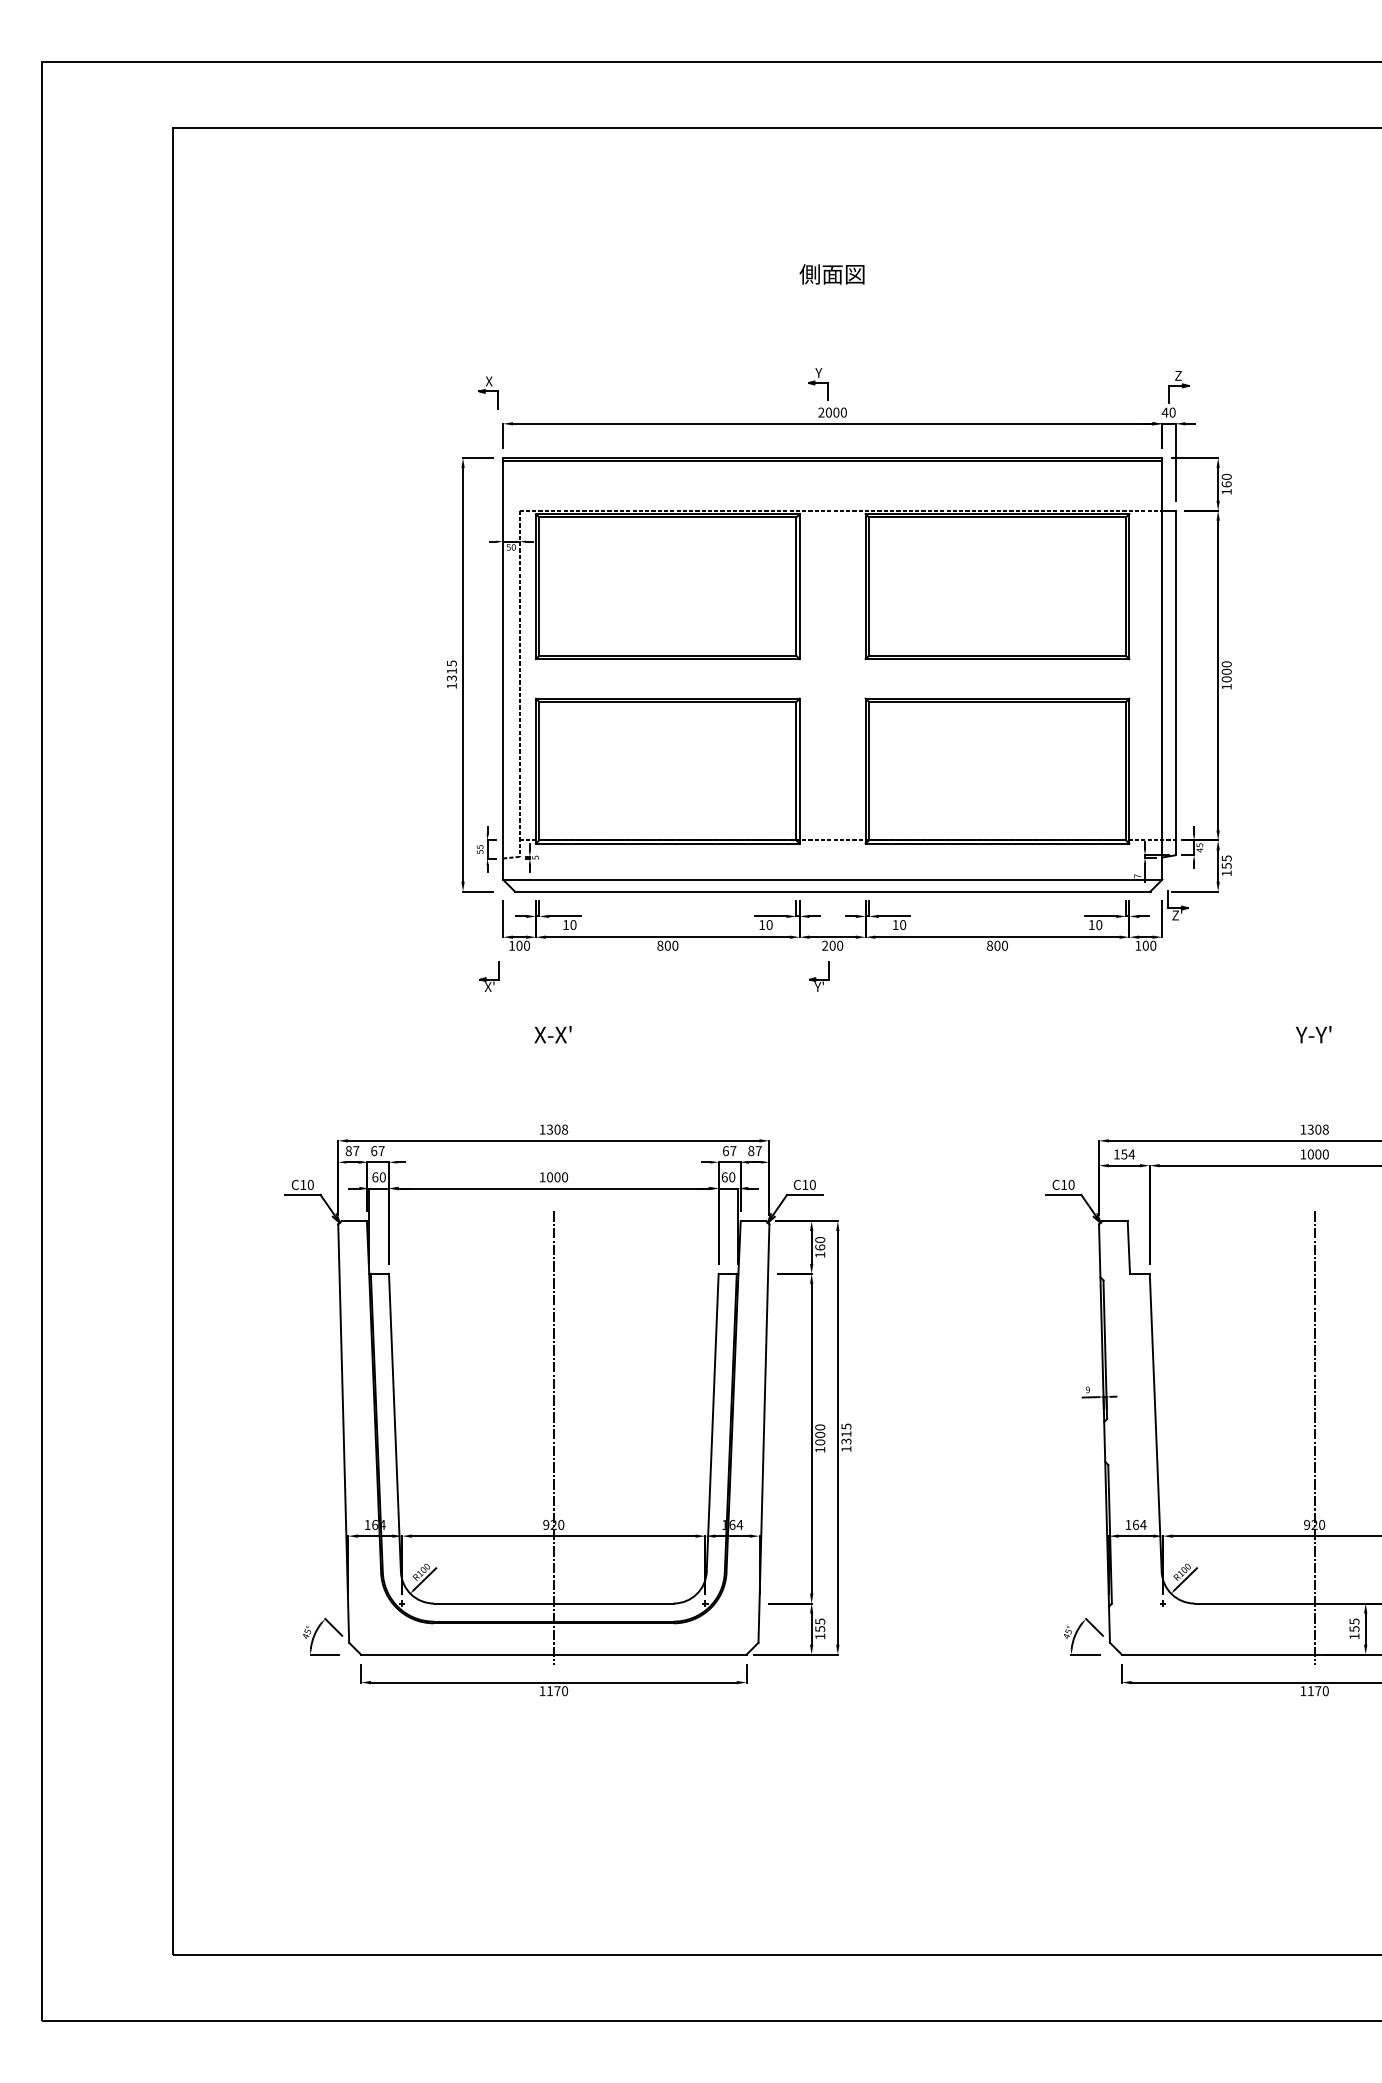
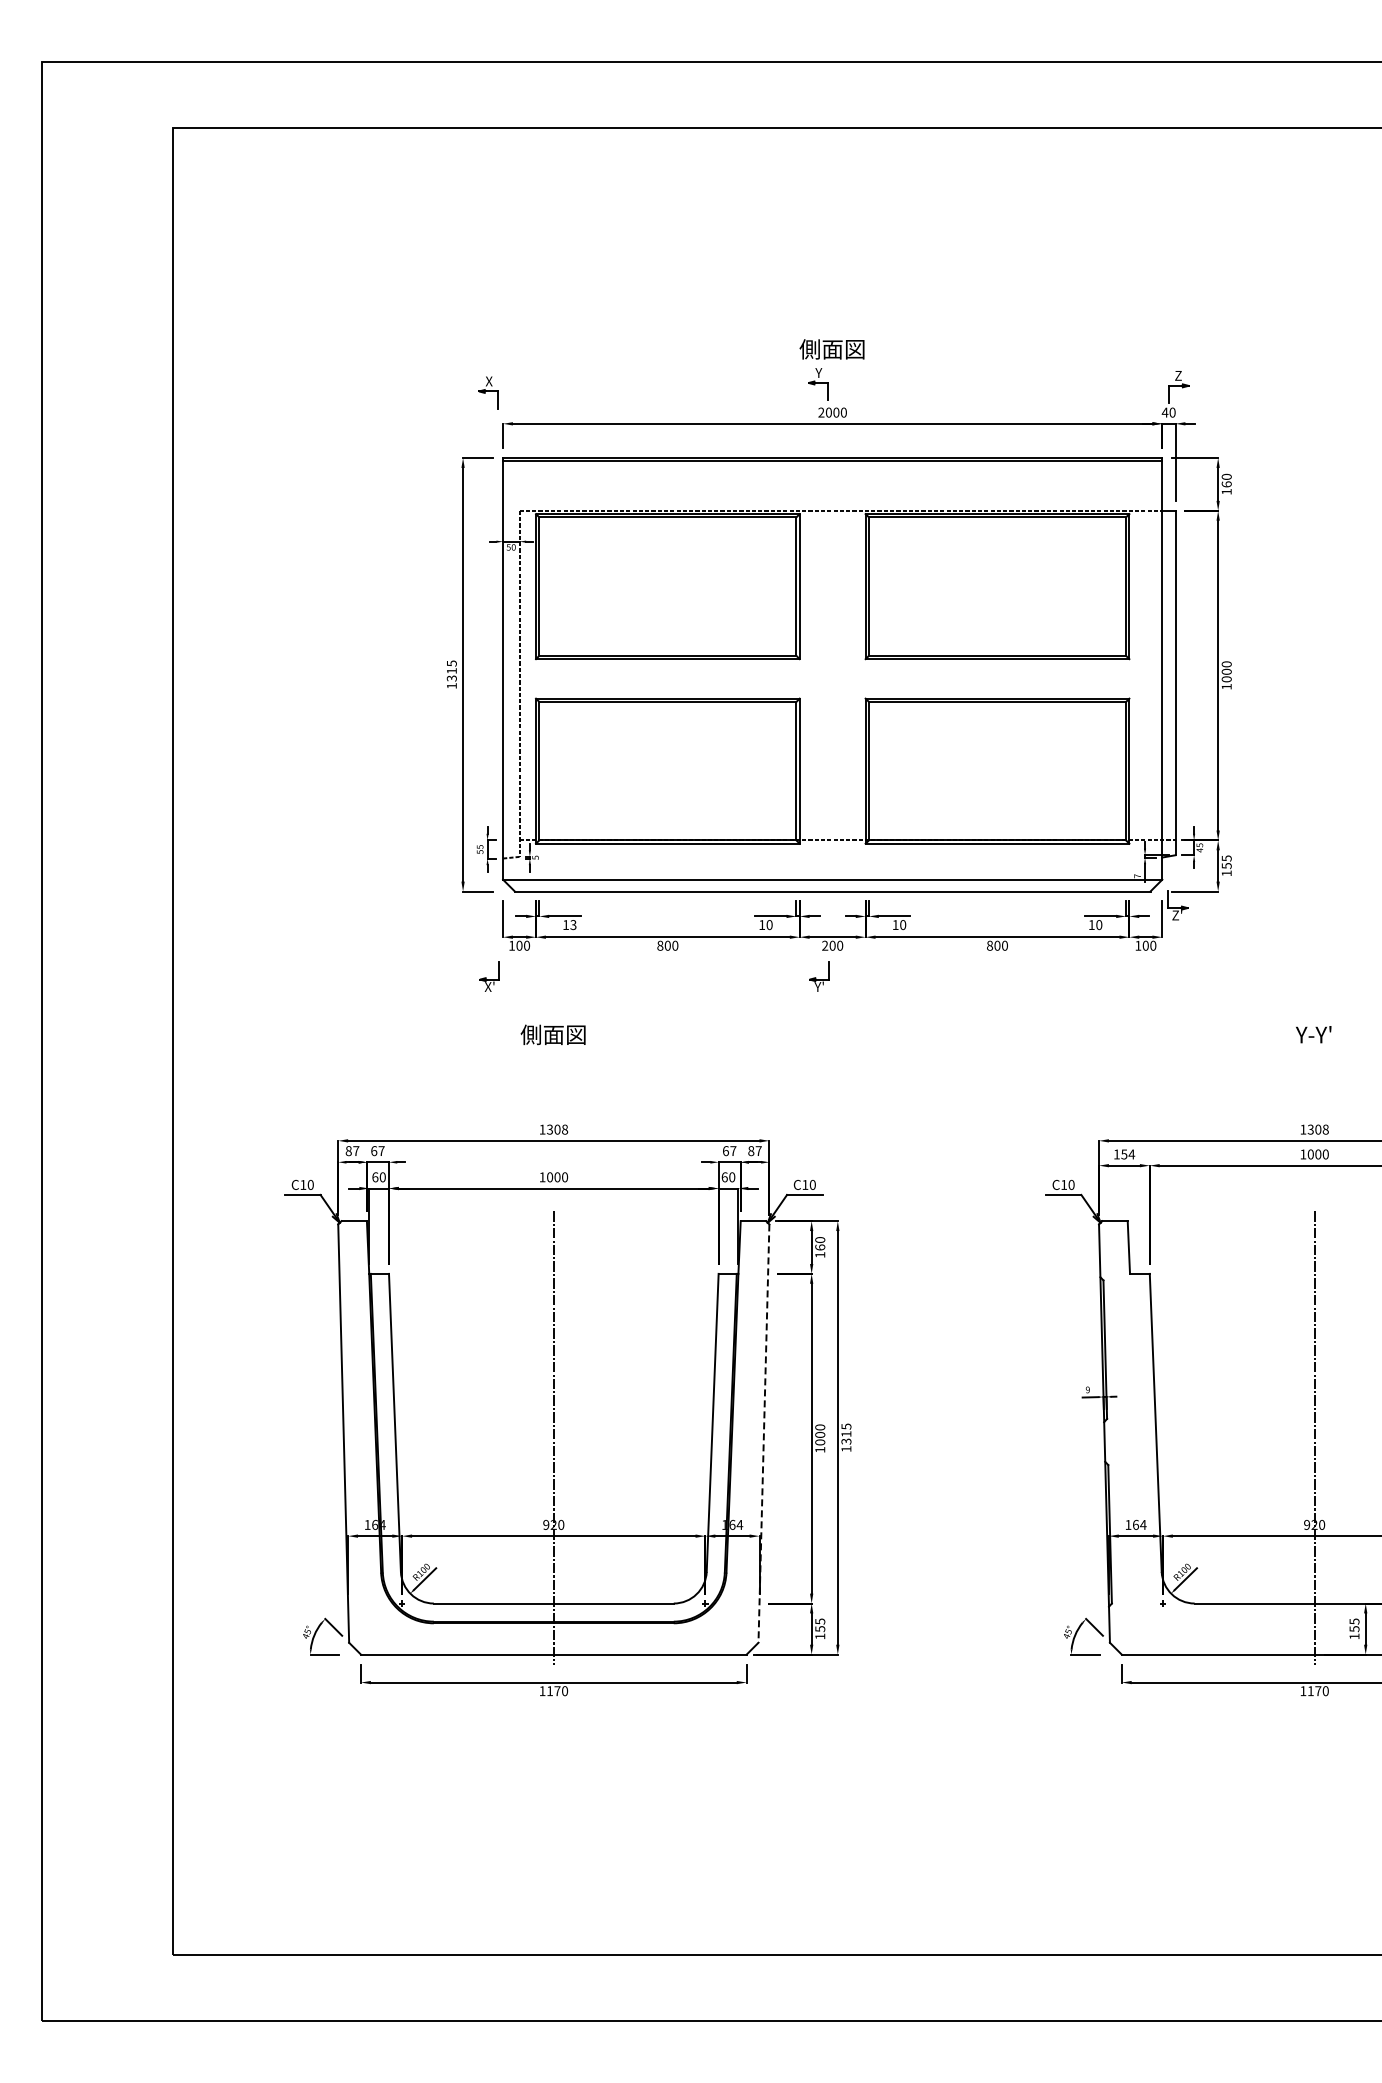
text at (831, 274) position: (831, 274) -> (831, 349)
text at (573, 924): 10 -> 13
text at (552, 1034): X-X' -> 側面図
line at (763, 1434): solid -> dashed
